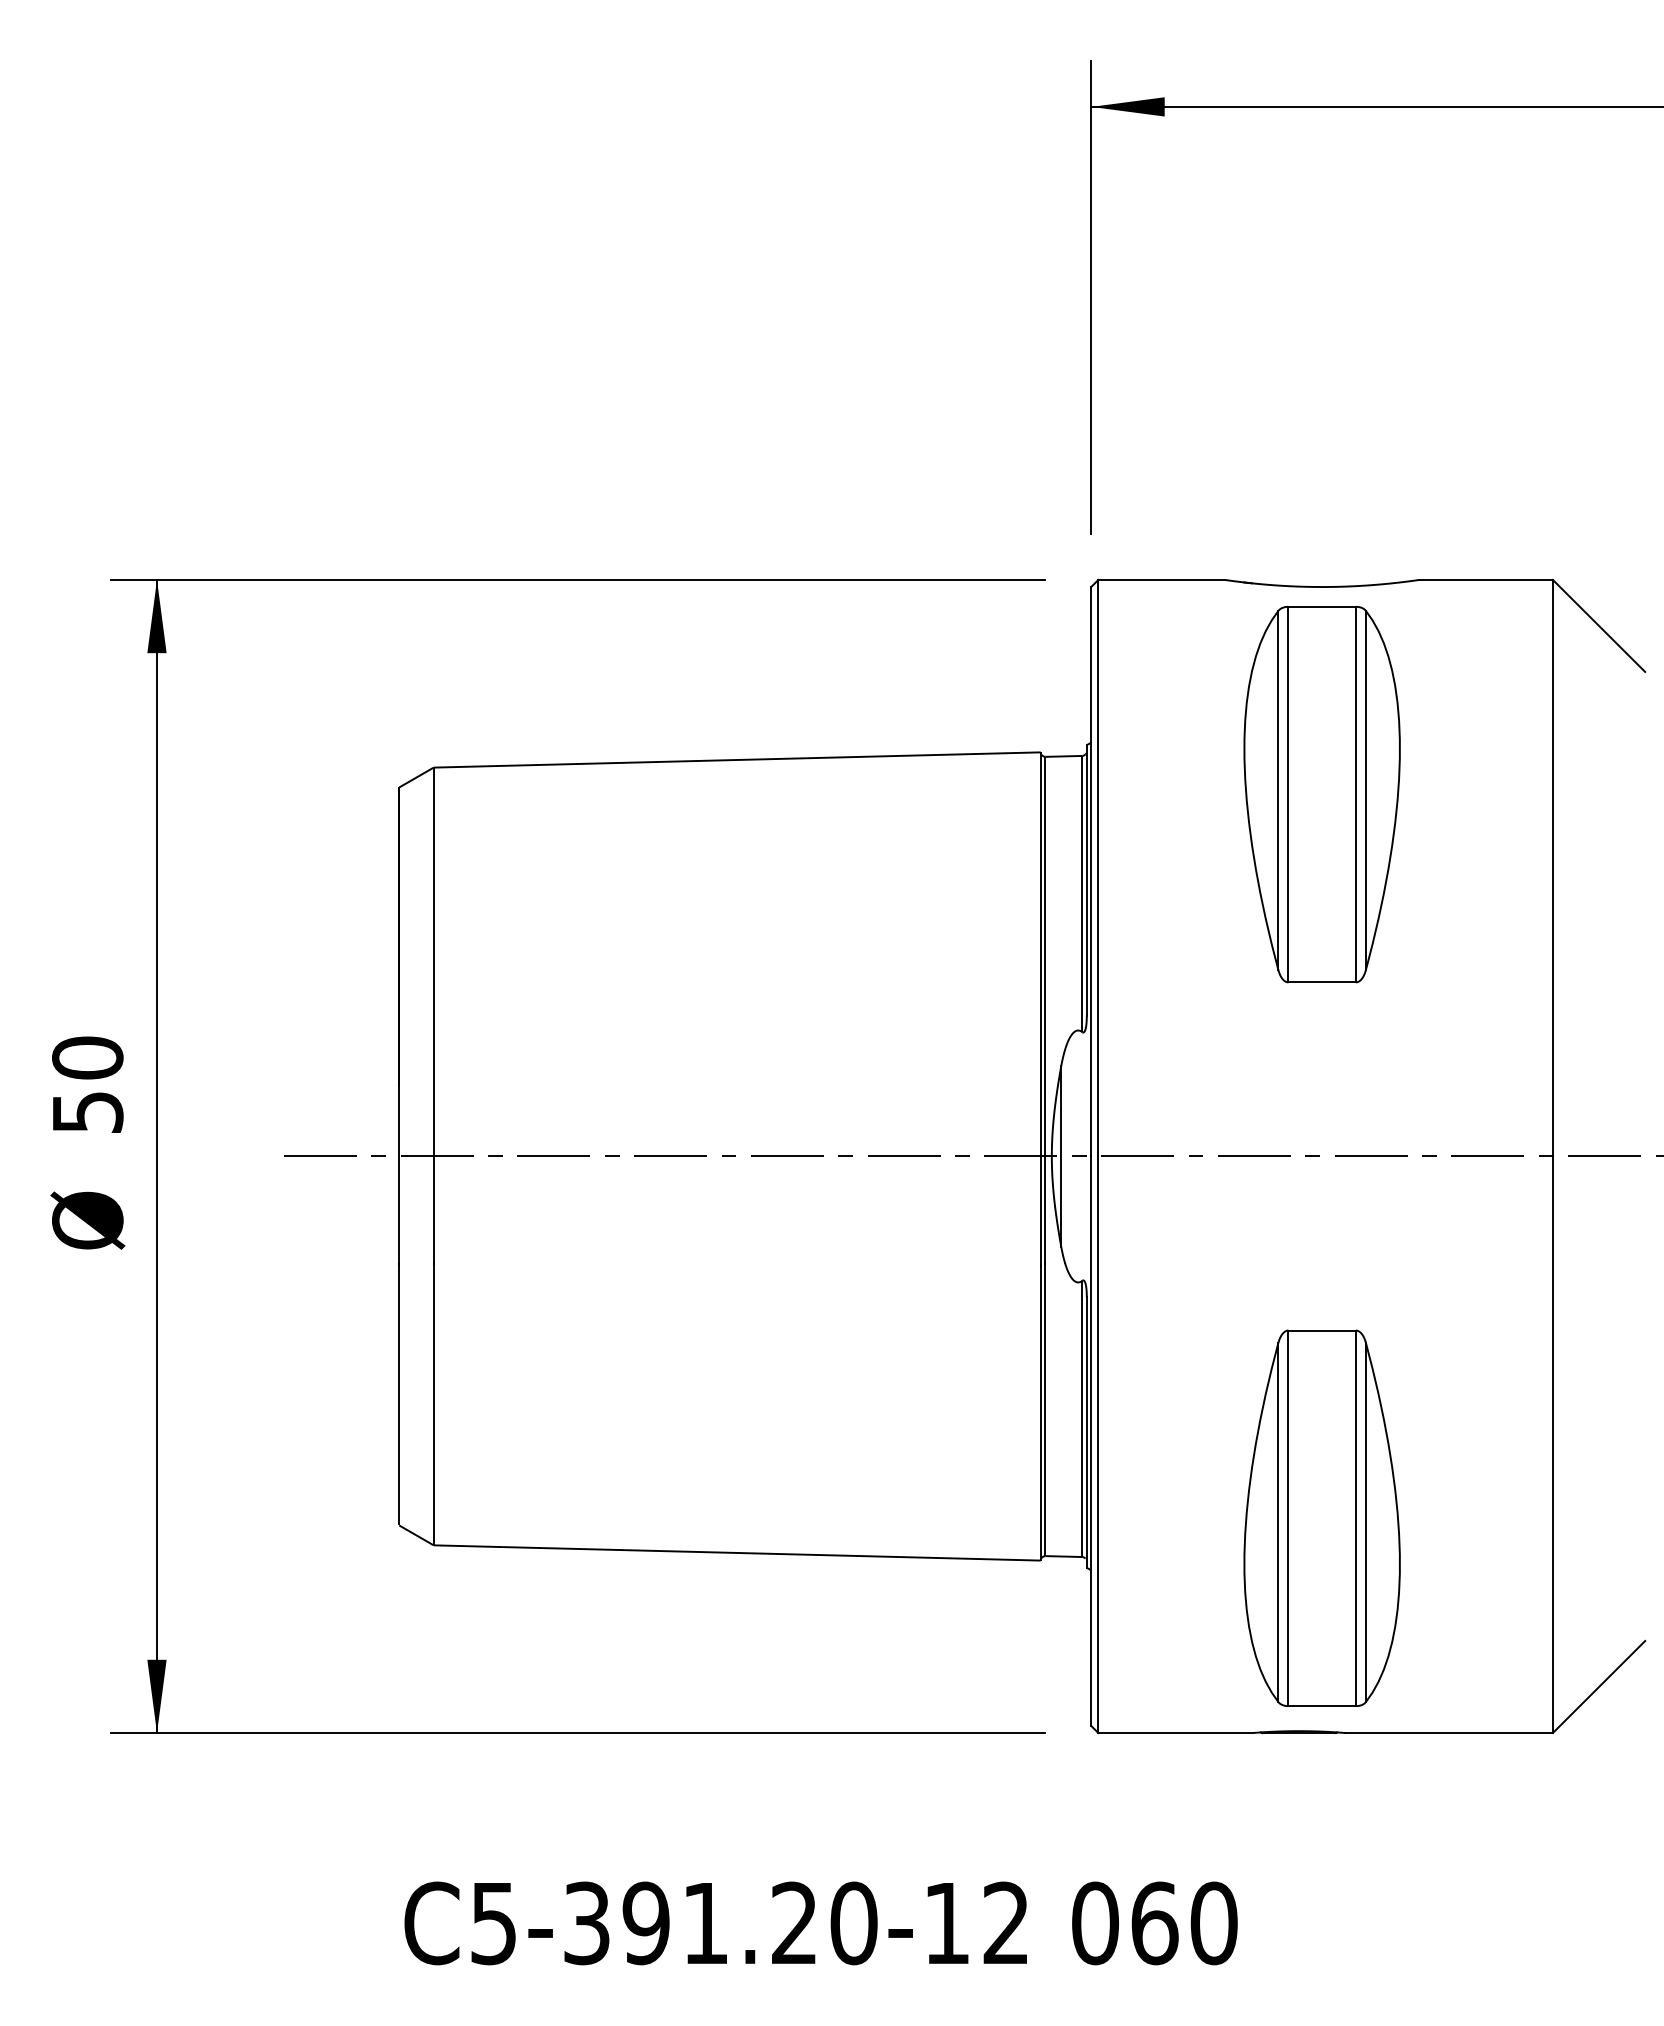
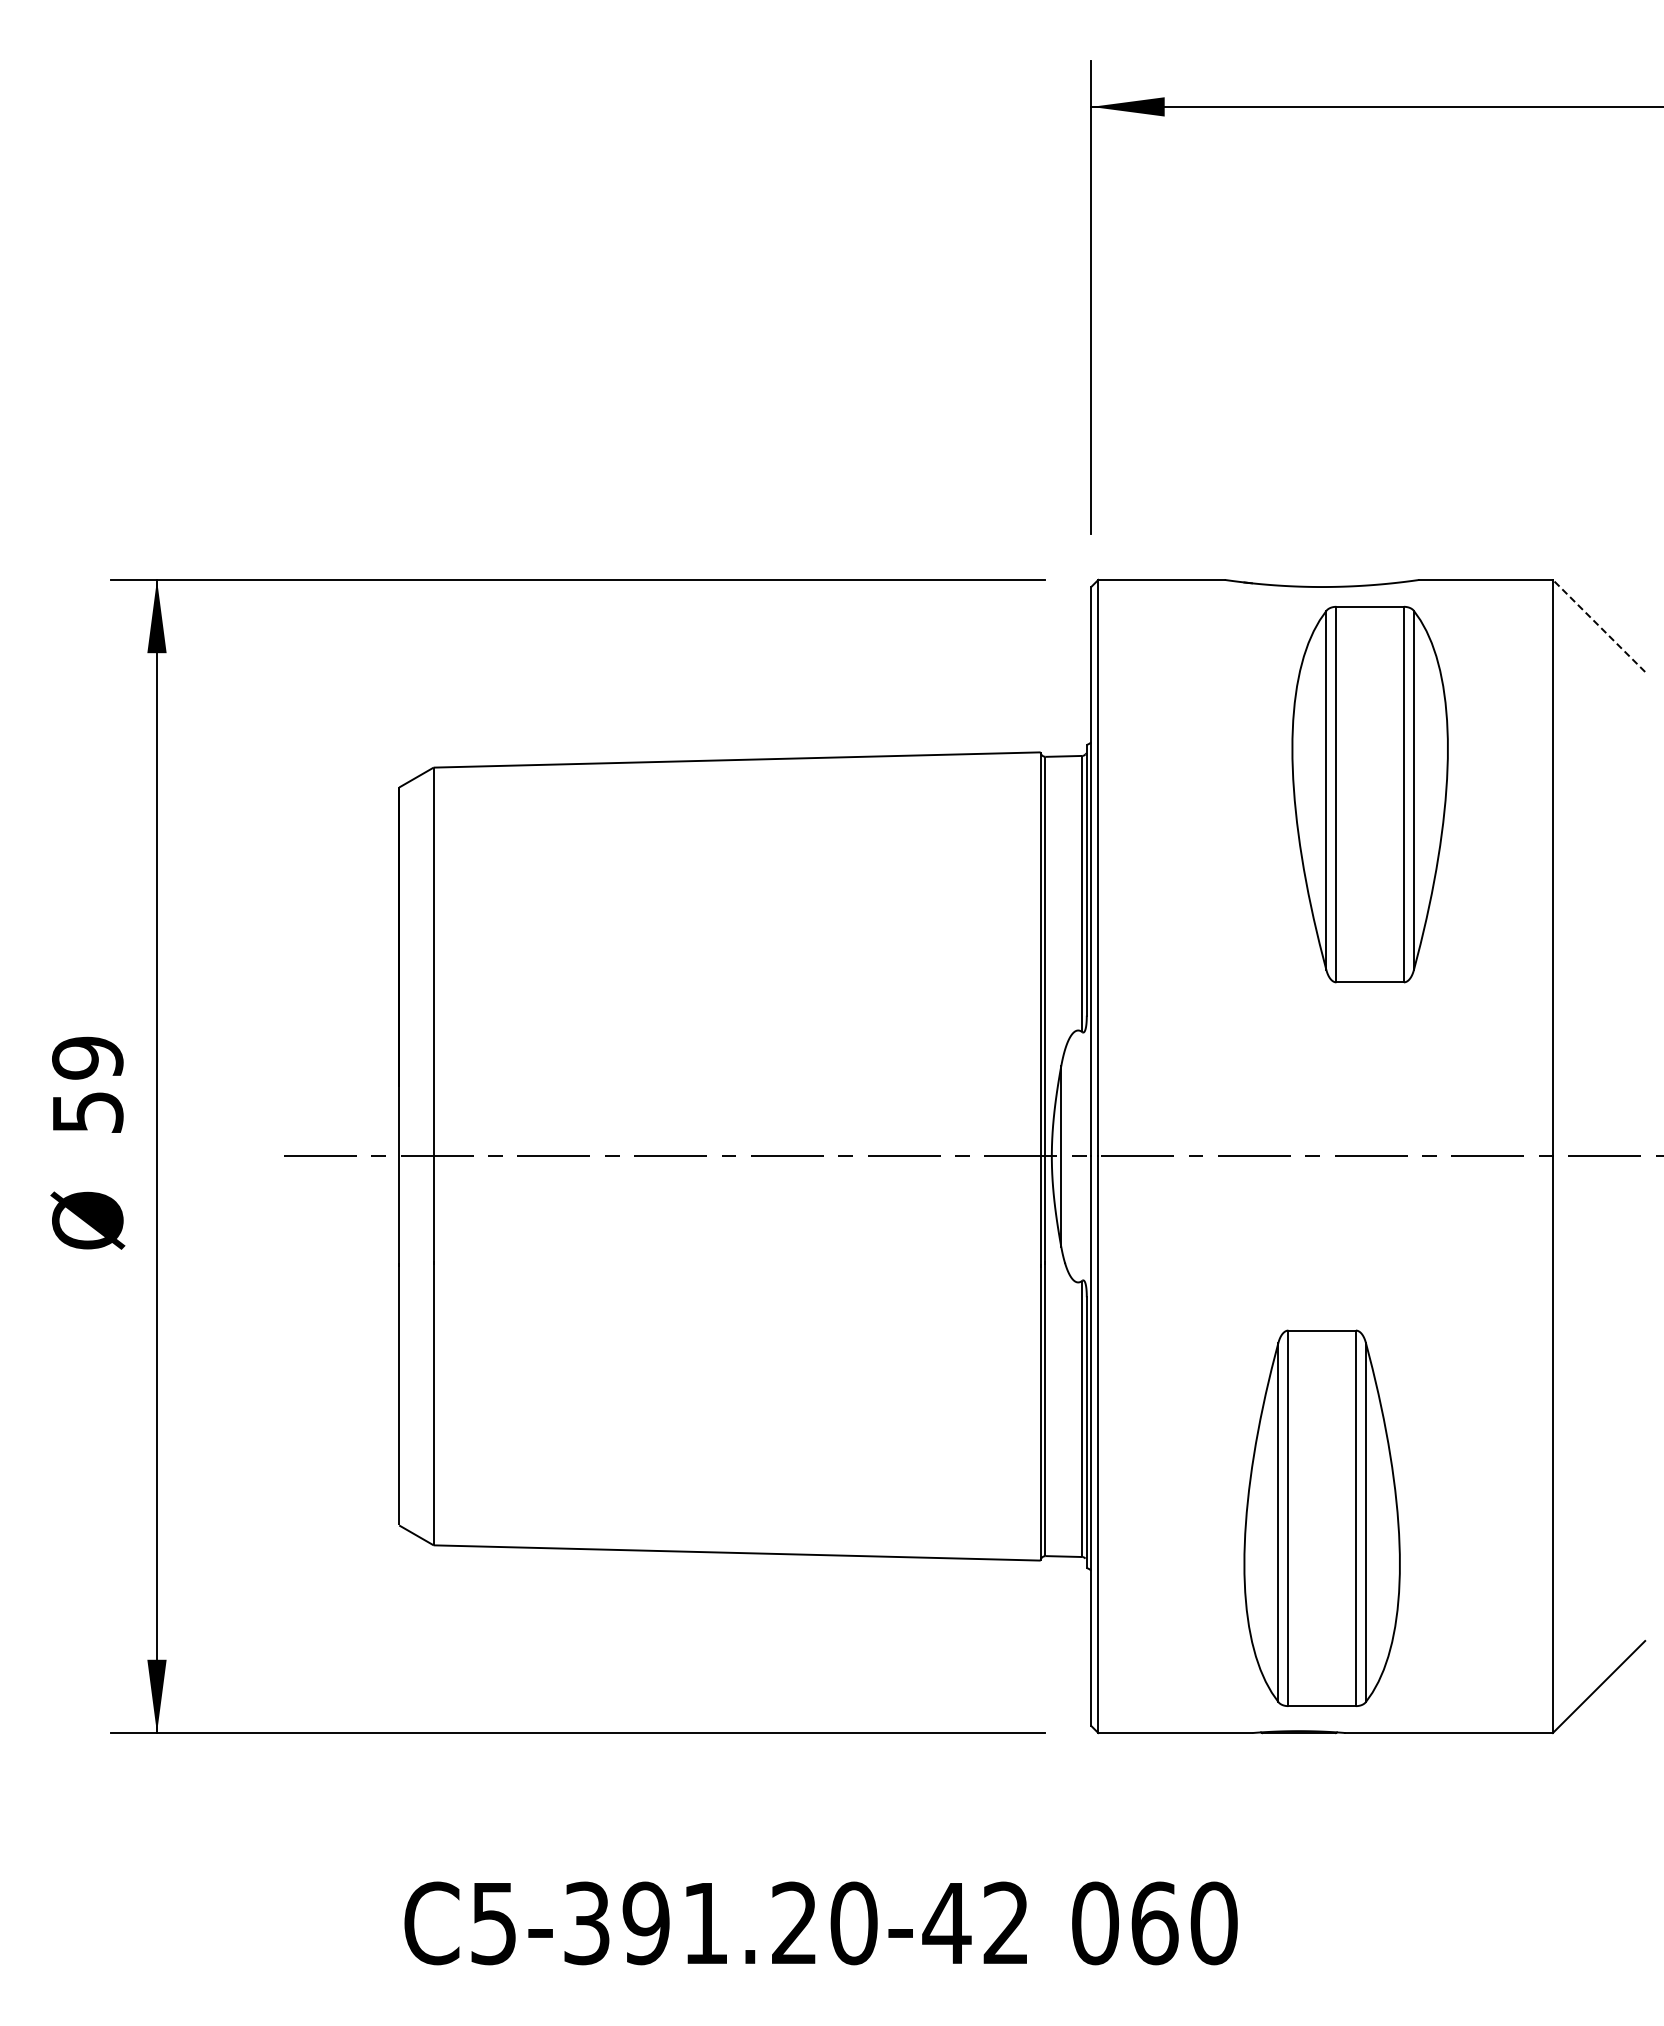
line at (1598, 625): solid -> dashed
part at (1321, 794) position: (1321, 794) -> (1369, 794)
text at (87, 1057): 50 -> 59
text at (946, 1923): C5-391.20-12 -> C5-391.20-42
